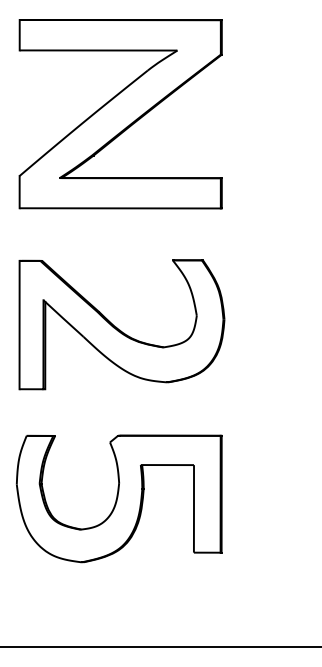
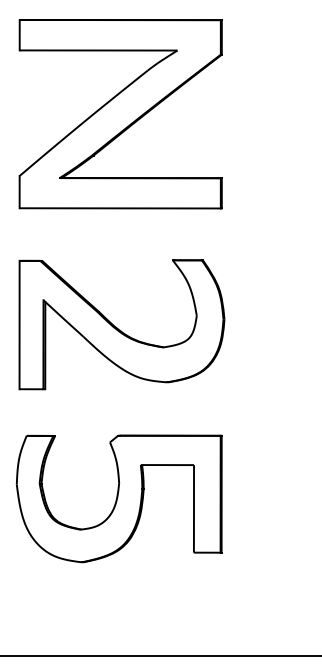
line at (160, 646) position: (160, 646) -> (160, 655)
